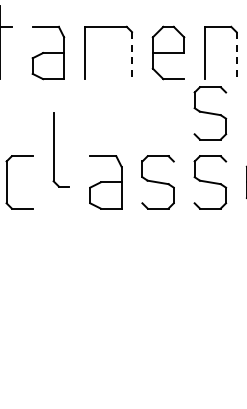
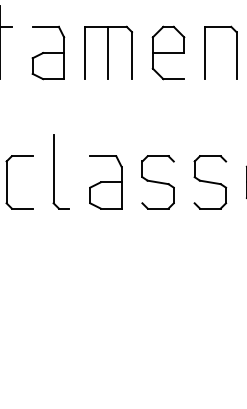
line at (107, 52): none -> present
line at (132, 55): dashed -> solid
line at (236, 55): dashed -> solid
part at (210, 113): present -> none
part at (60, 149) position: (60, 149) -> (60, 171)
